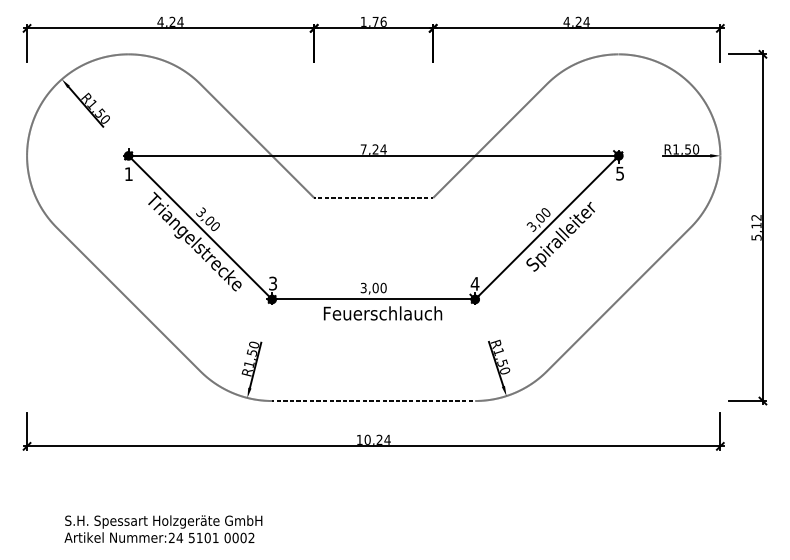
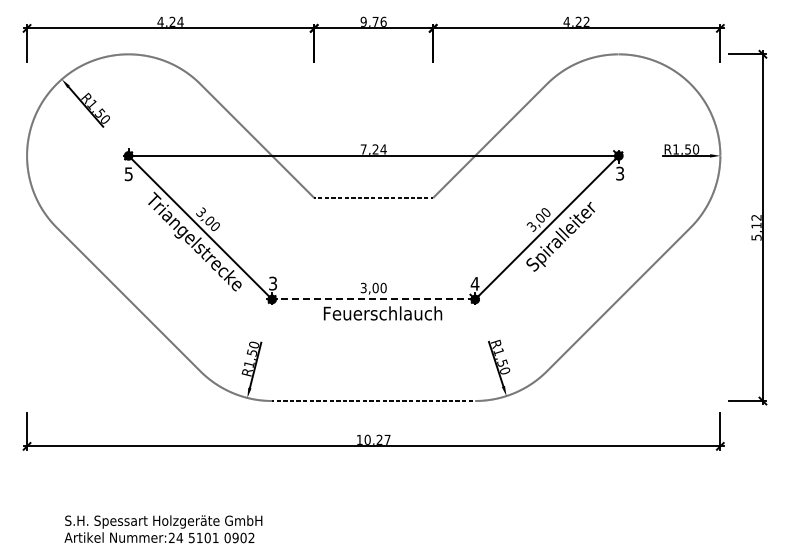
text at (363, 21): 1,76 -> 9,76
text at (586, 21): 4,24 -> 4,22
text at (620, 172): 5 -> 3
text at (128, 174): 1 -> 5
line at (373, 299): solid -> dashed
text at (387, 439): 10,24 -> 10,27
text at (235, 538): 0002 -> 0902
